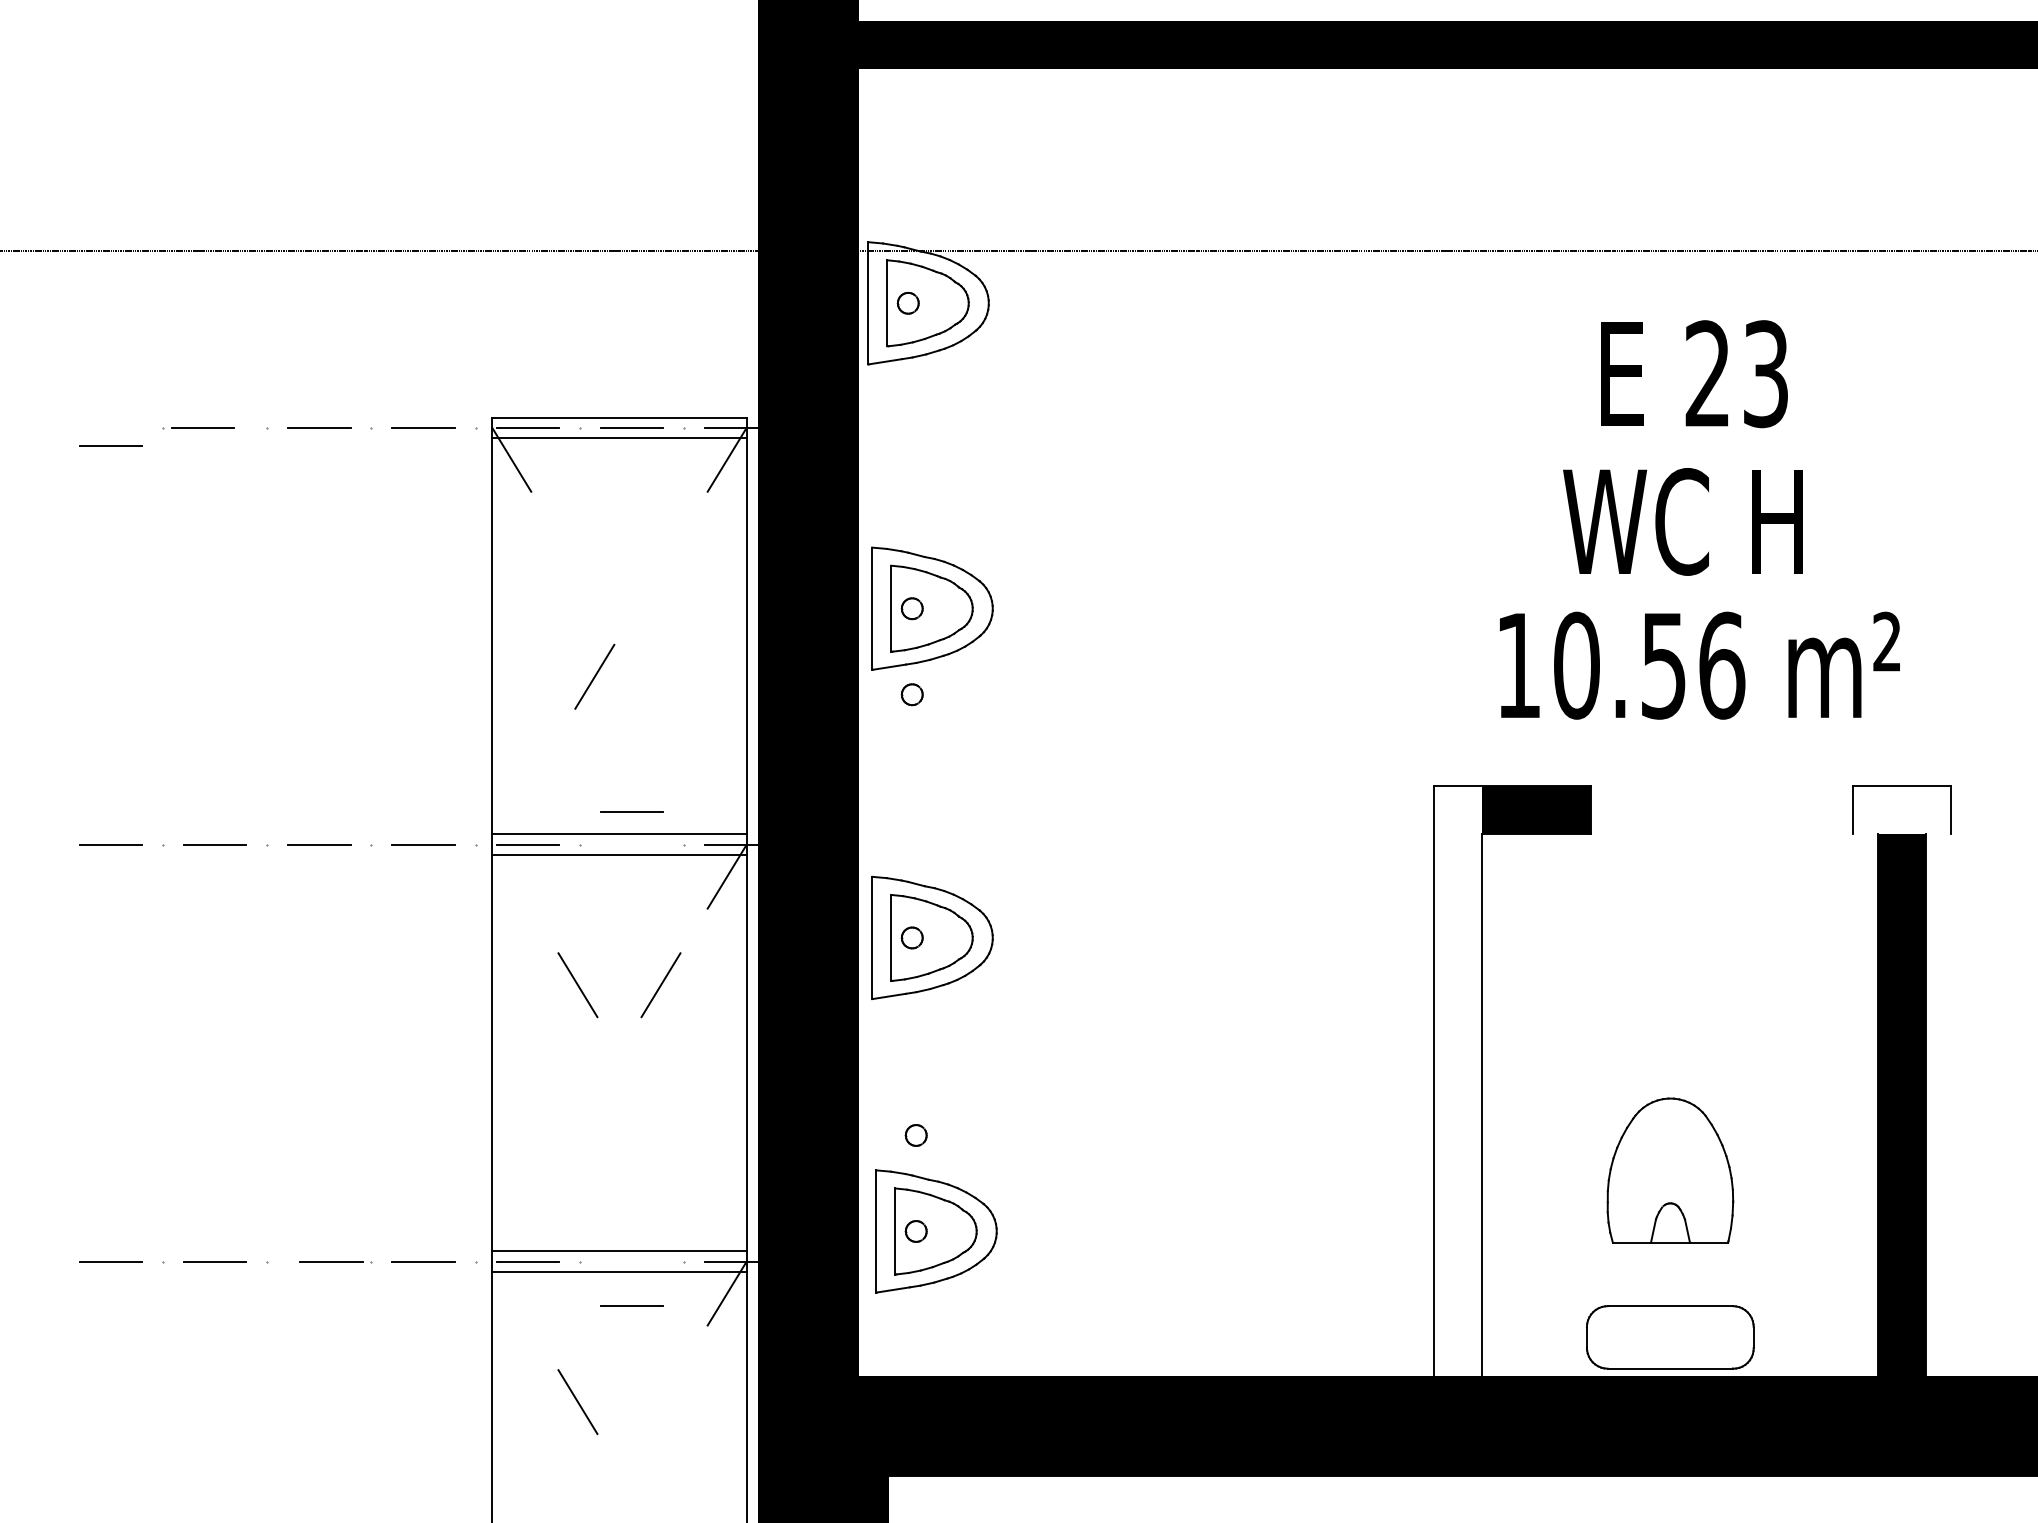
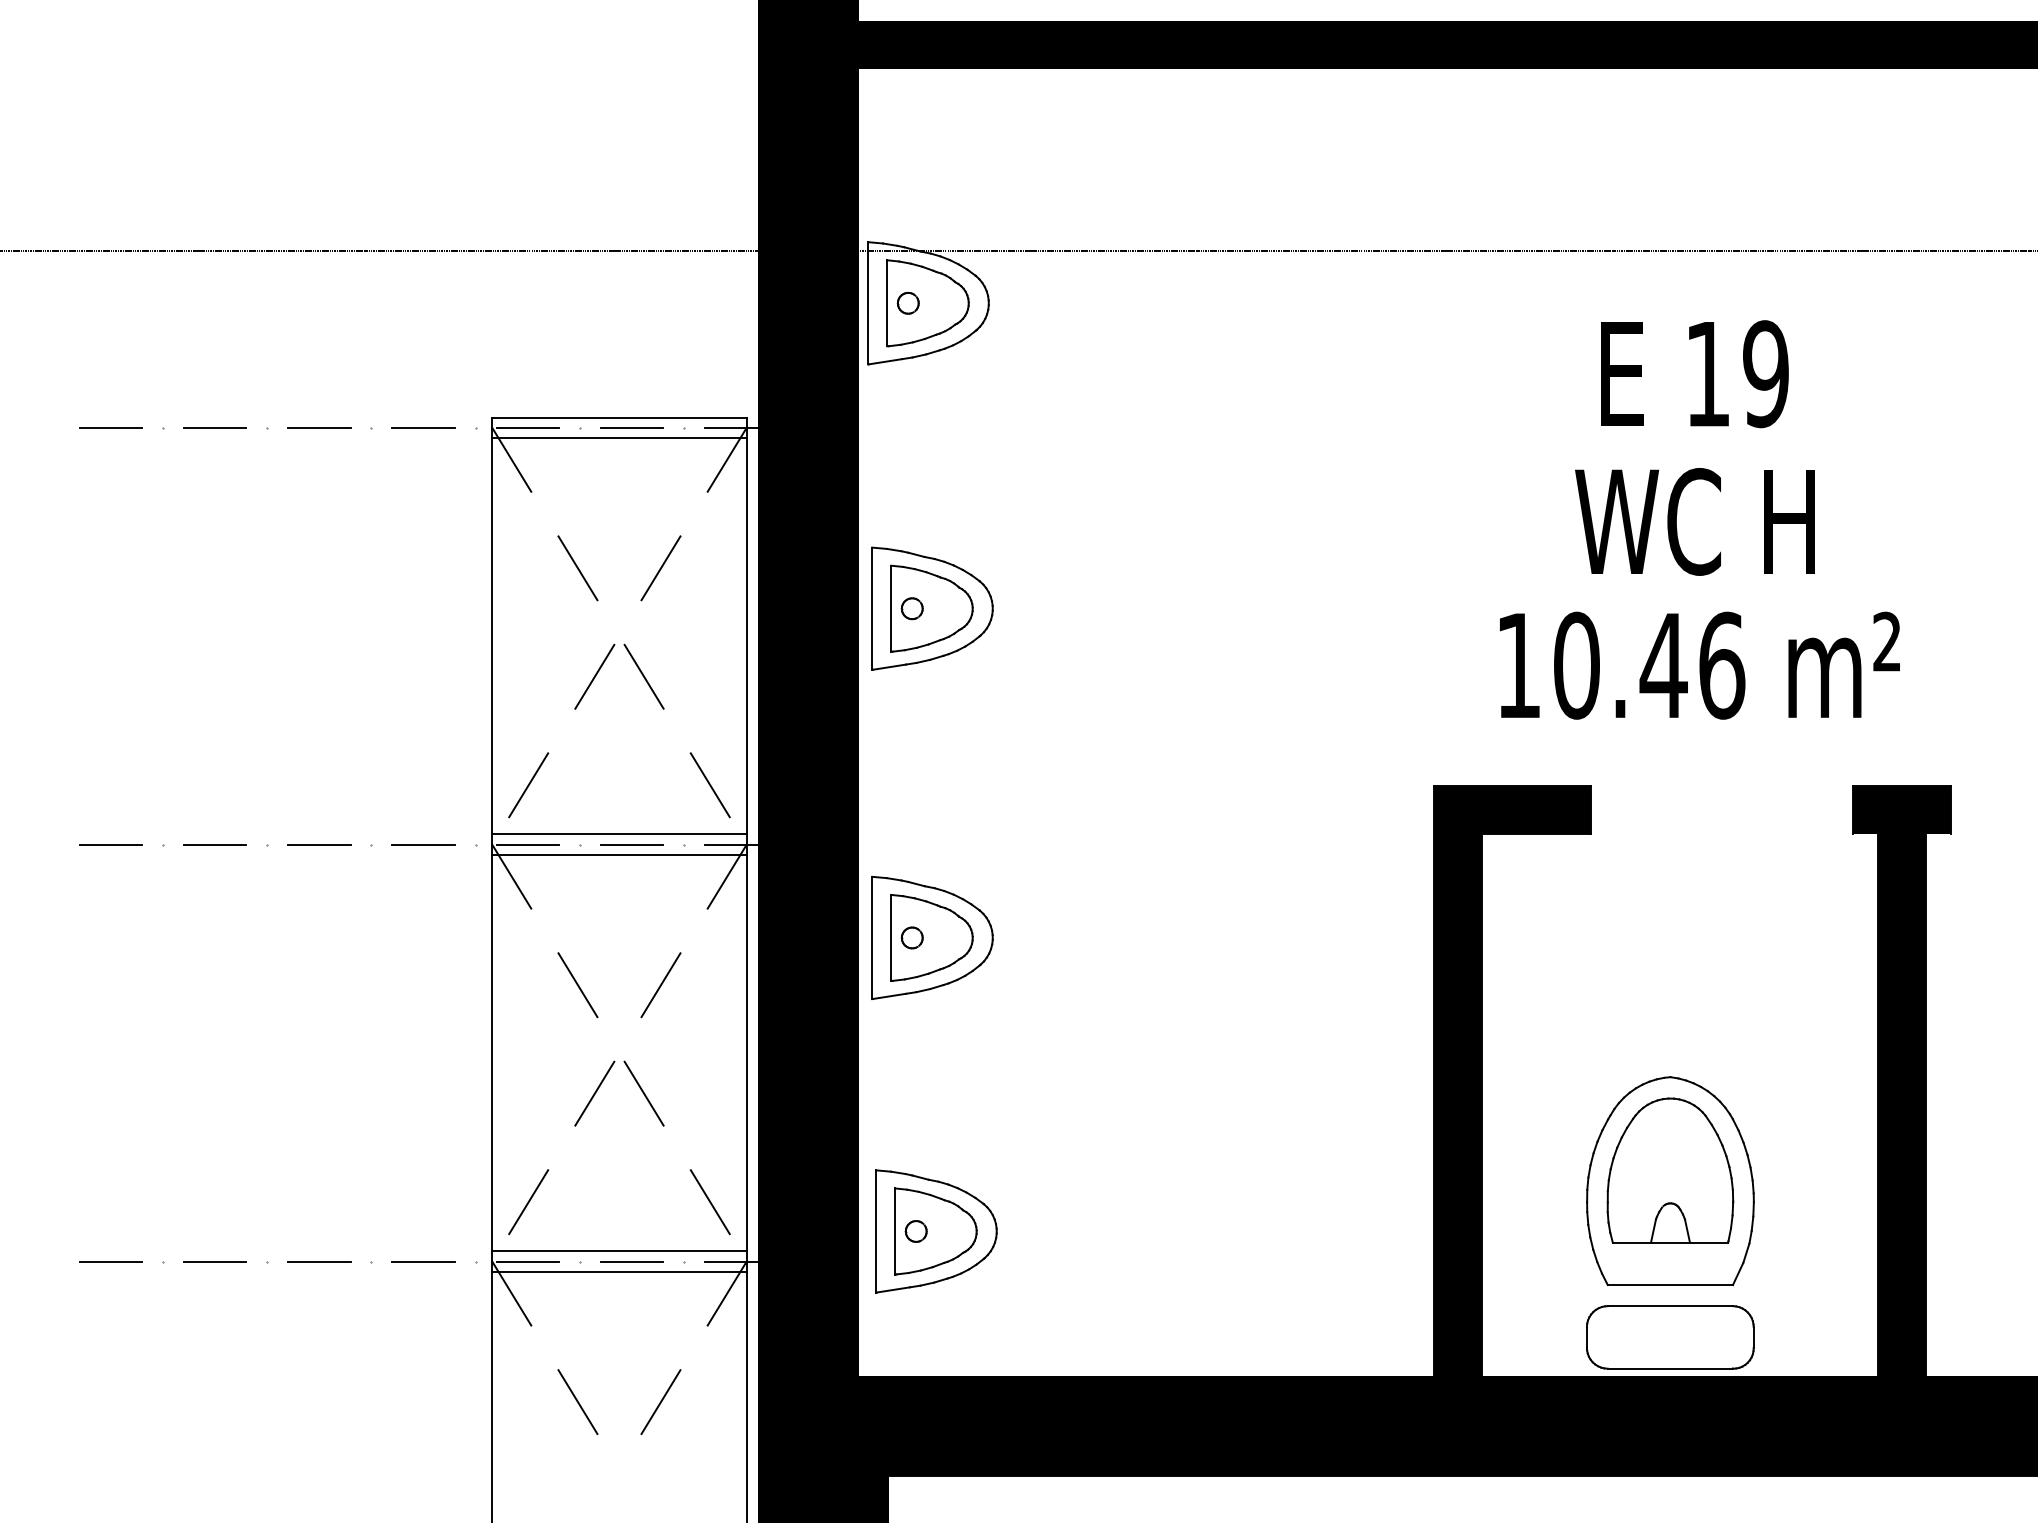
text at (1736, 374): 23 -> 19
line at (202, 427) position: (202, 427) -> (214, 427)
line at (110, 445) position: (110, 445) -> (110, 427)
text at (1682, 521) position: (1682, 521) -> (1694, 521)
line at (577, 568): none -> present
line at (660, 568): none -> present
text at (1663, 666): 10.56 -> 10.46
line at (643, 676): none -> present
part at (911, 694): present -> none
line at (528, 785): none -> present
line at (709, 785): none -> present
fill at (1902, 810): none -> present
line at (631, 811) position: (631, 811) -> (631, 844)
line at (511, 876): none -> present
fill at (1458, 1081): none -> present
line at (594, 1093): none -> present
line at (643, 1093): none -> present
part at (915, 1135): present -> none
part at (1670, 1181): none -> present
line at (528, 1202): none -> present
line at (709, 1202): none -> present
line at (331, 1261) position: (331, 1261) -> (319, 1261)
line at (511, 1293): none -> present
line at (631, 1305) position: (631, 1305) -> (631, 1261)
line at (660, 1401): none -> present
